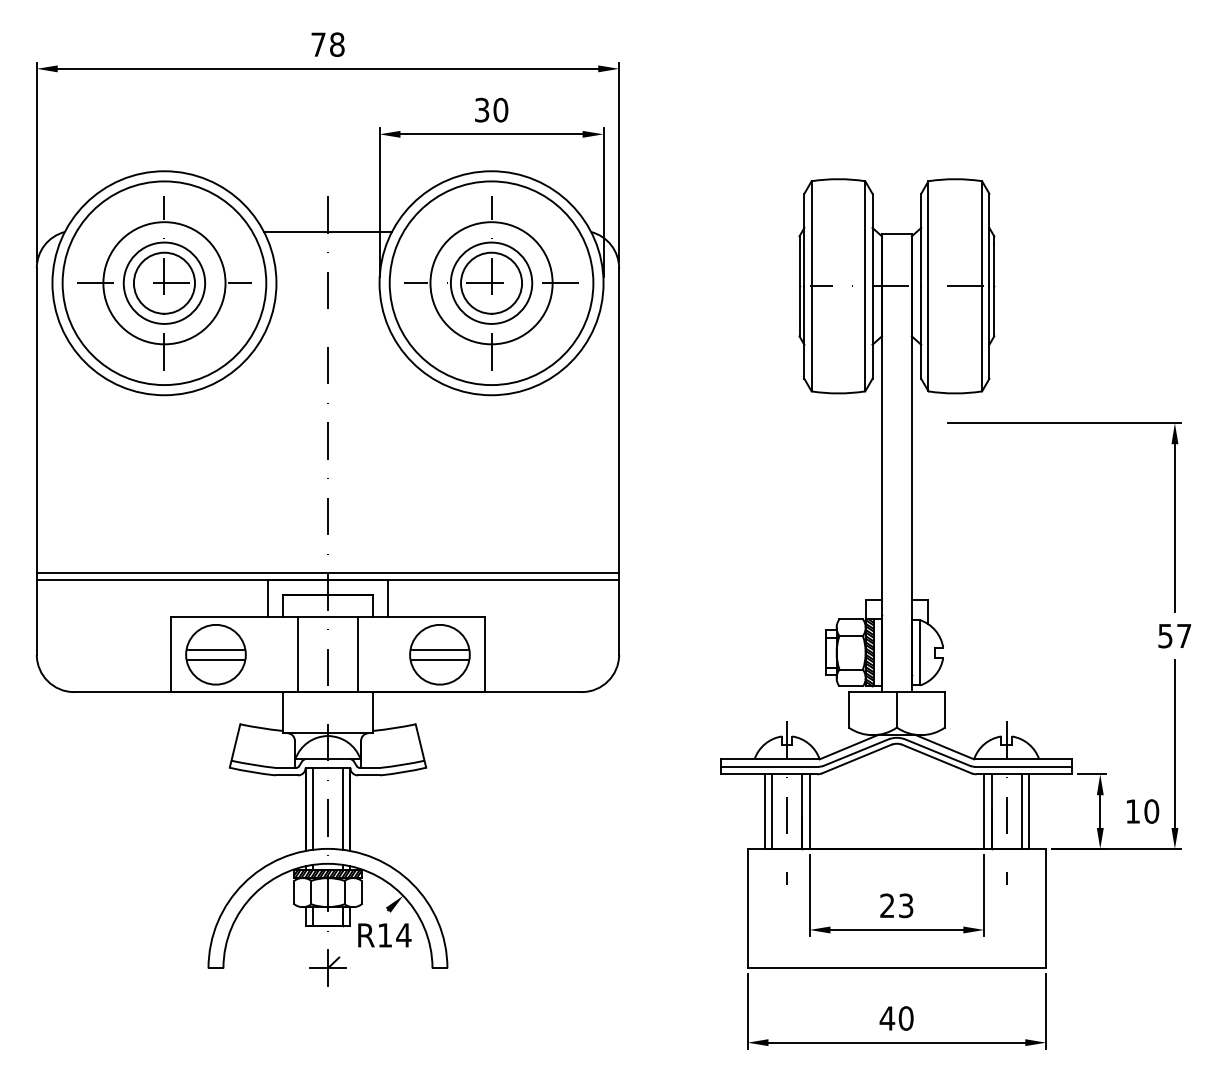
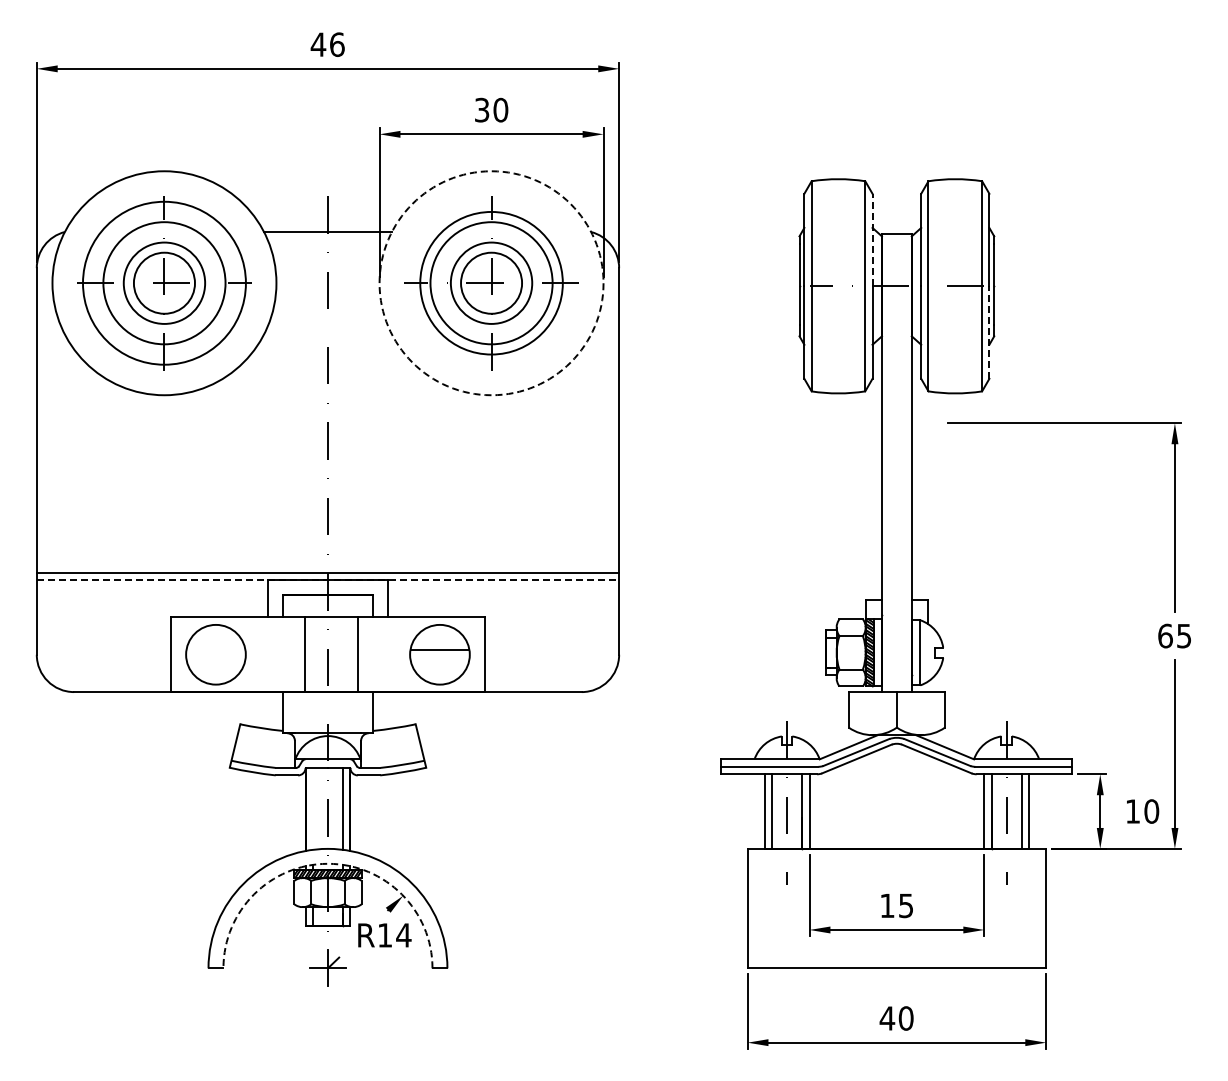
text at (327, 44): 78 -> 46
line at (872, 239): solid -> dashed
circle at (164, 283) diameter: 204 px -> 163 px
circle at (491, 283) diameter: 204 px -> 143 px
circle at (491, 283): solid -> dashed
line at (989, 332): solid -> dashed
line at (328, 580): solid -> dashed
text at (1174, 635): 57 -> 65
line at (215, 649): present -> none
line at (298, 654) position: (298, 654) -> (305, 654)
line at (215, 659): present -> none
line at (439, 659): present -> none
line at (313, 808): present -> none
arc at (327, 863): solid -> dashed
text at (896, 905): 23 -> 15
